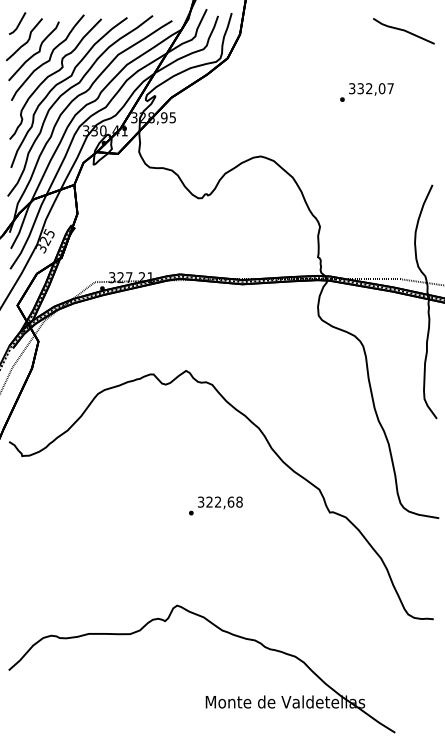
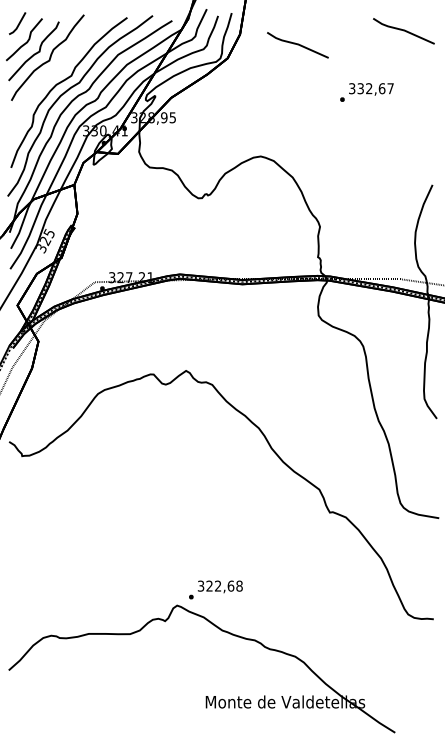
line at (297, 45): none -> present
curve at (54, 74): present -> none
text at (382, 88): 332,07 -> 332,67
text at (215, 505) position: (215, 505) -> (215, 589)
